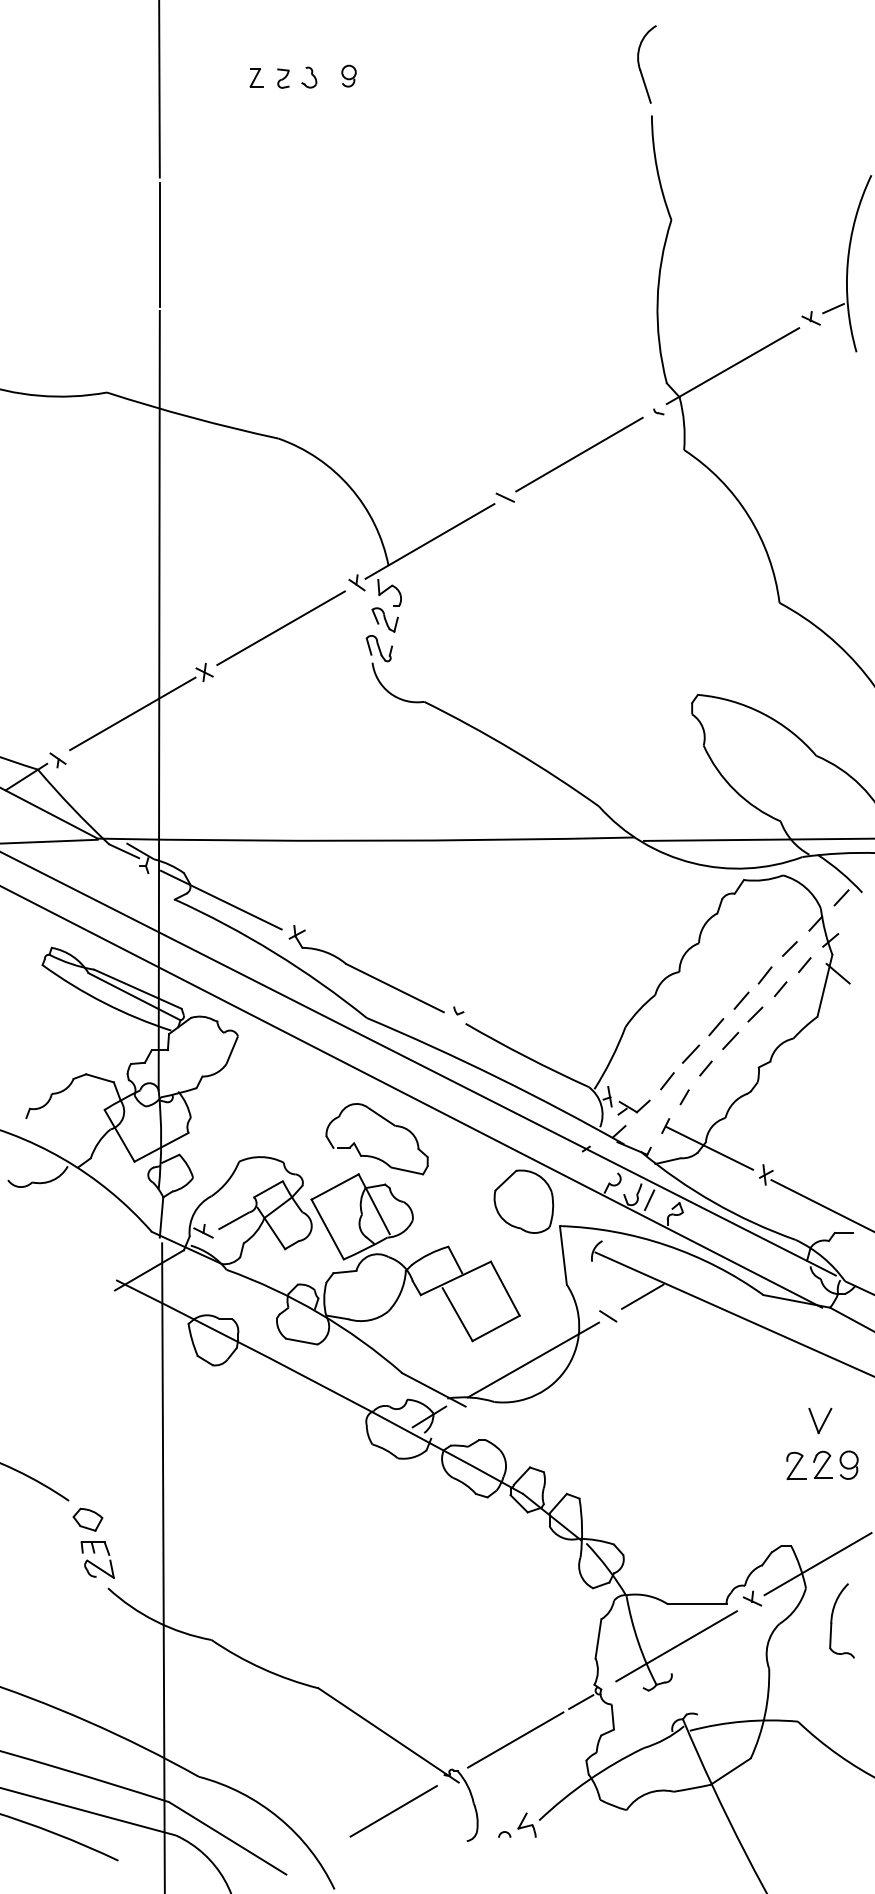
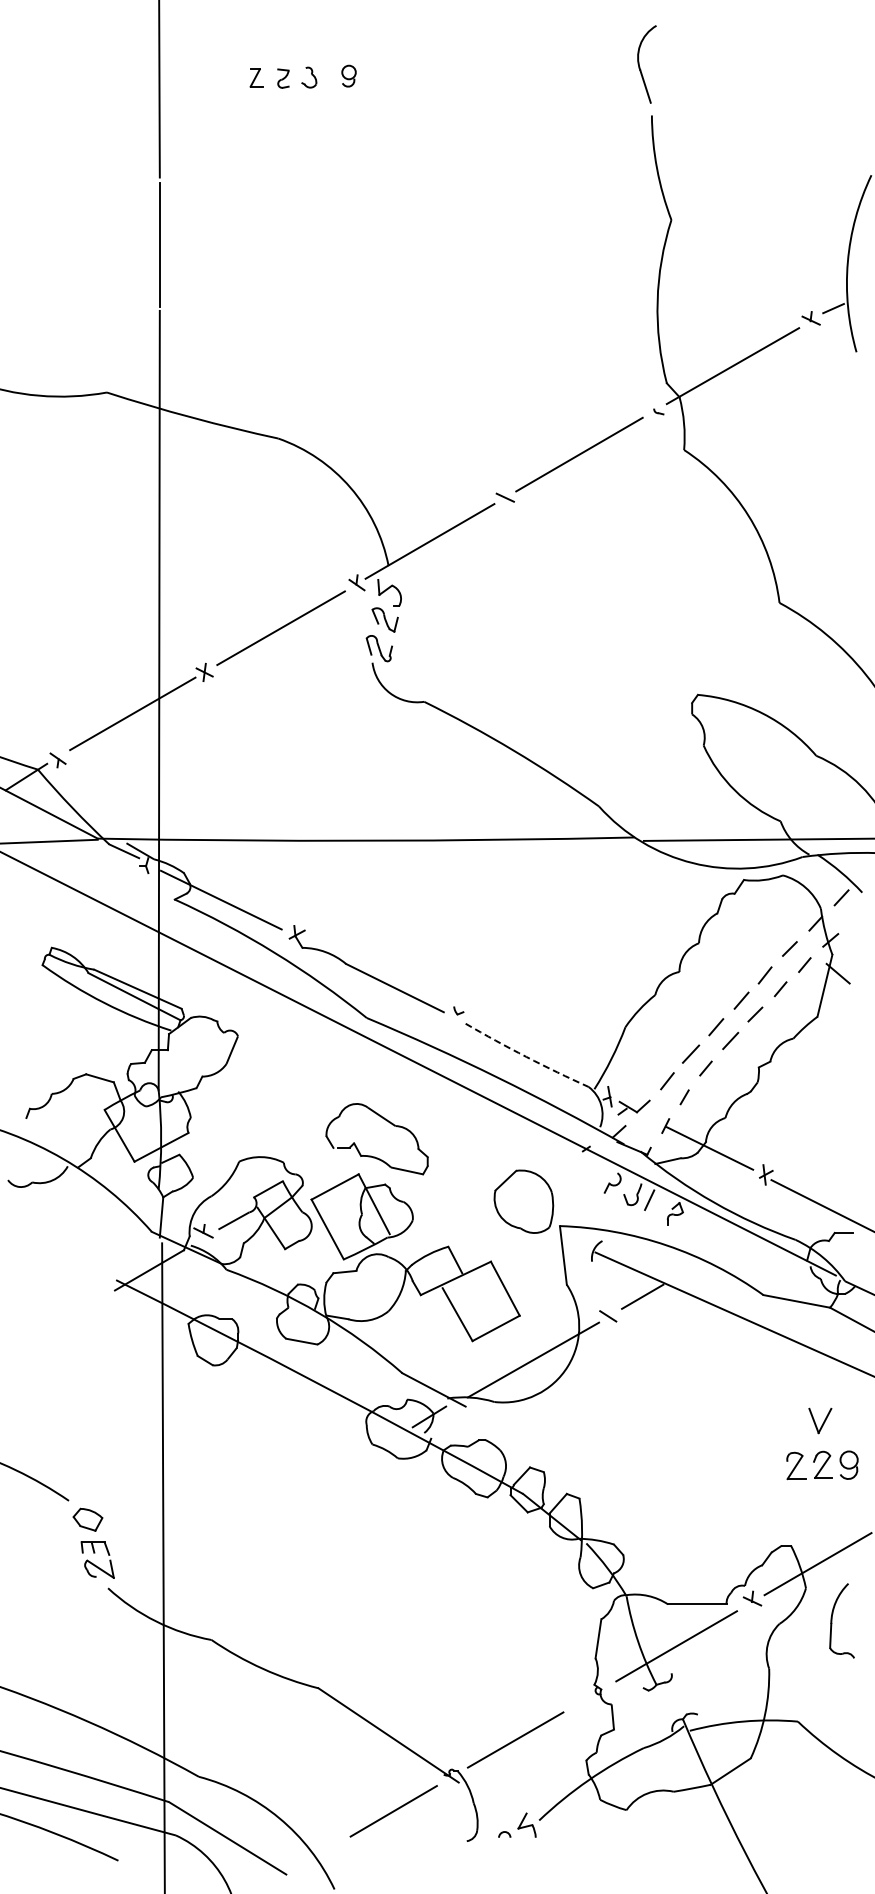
arc at (526, 1056): solid -> dashed
line at (412, 1097): present -> none
line at (581, 1701): present -> none
